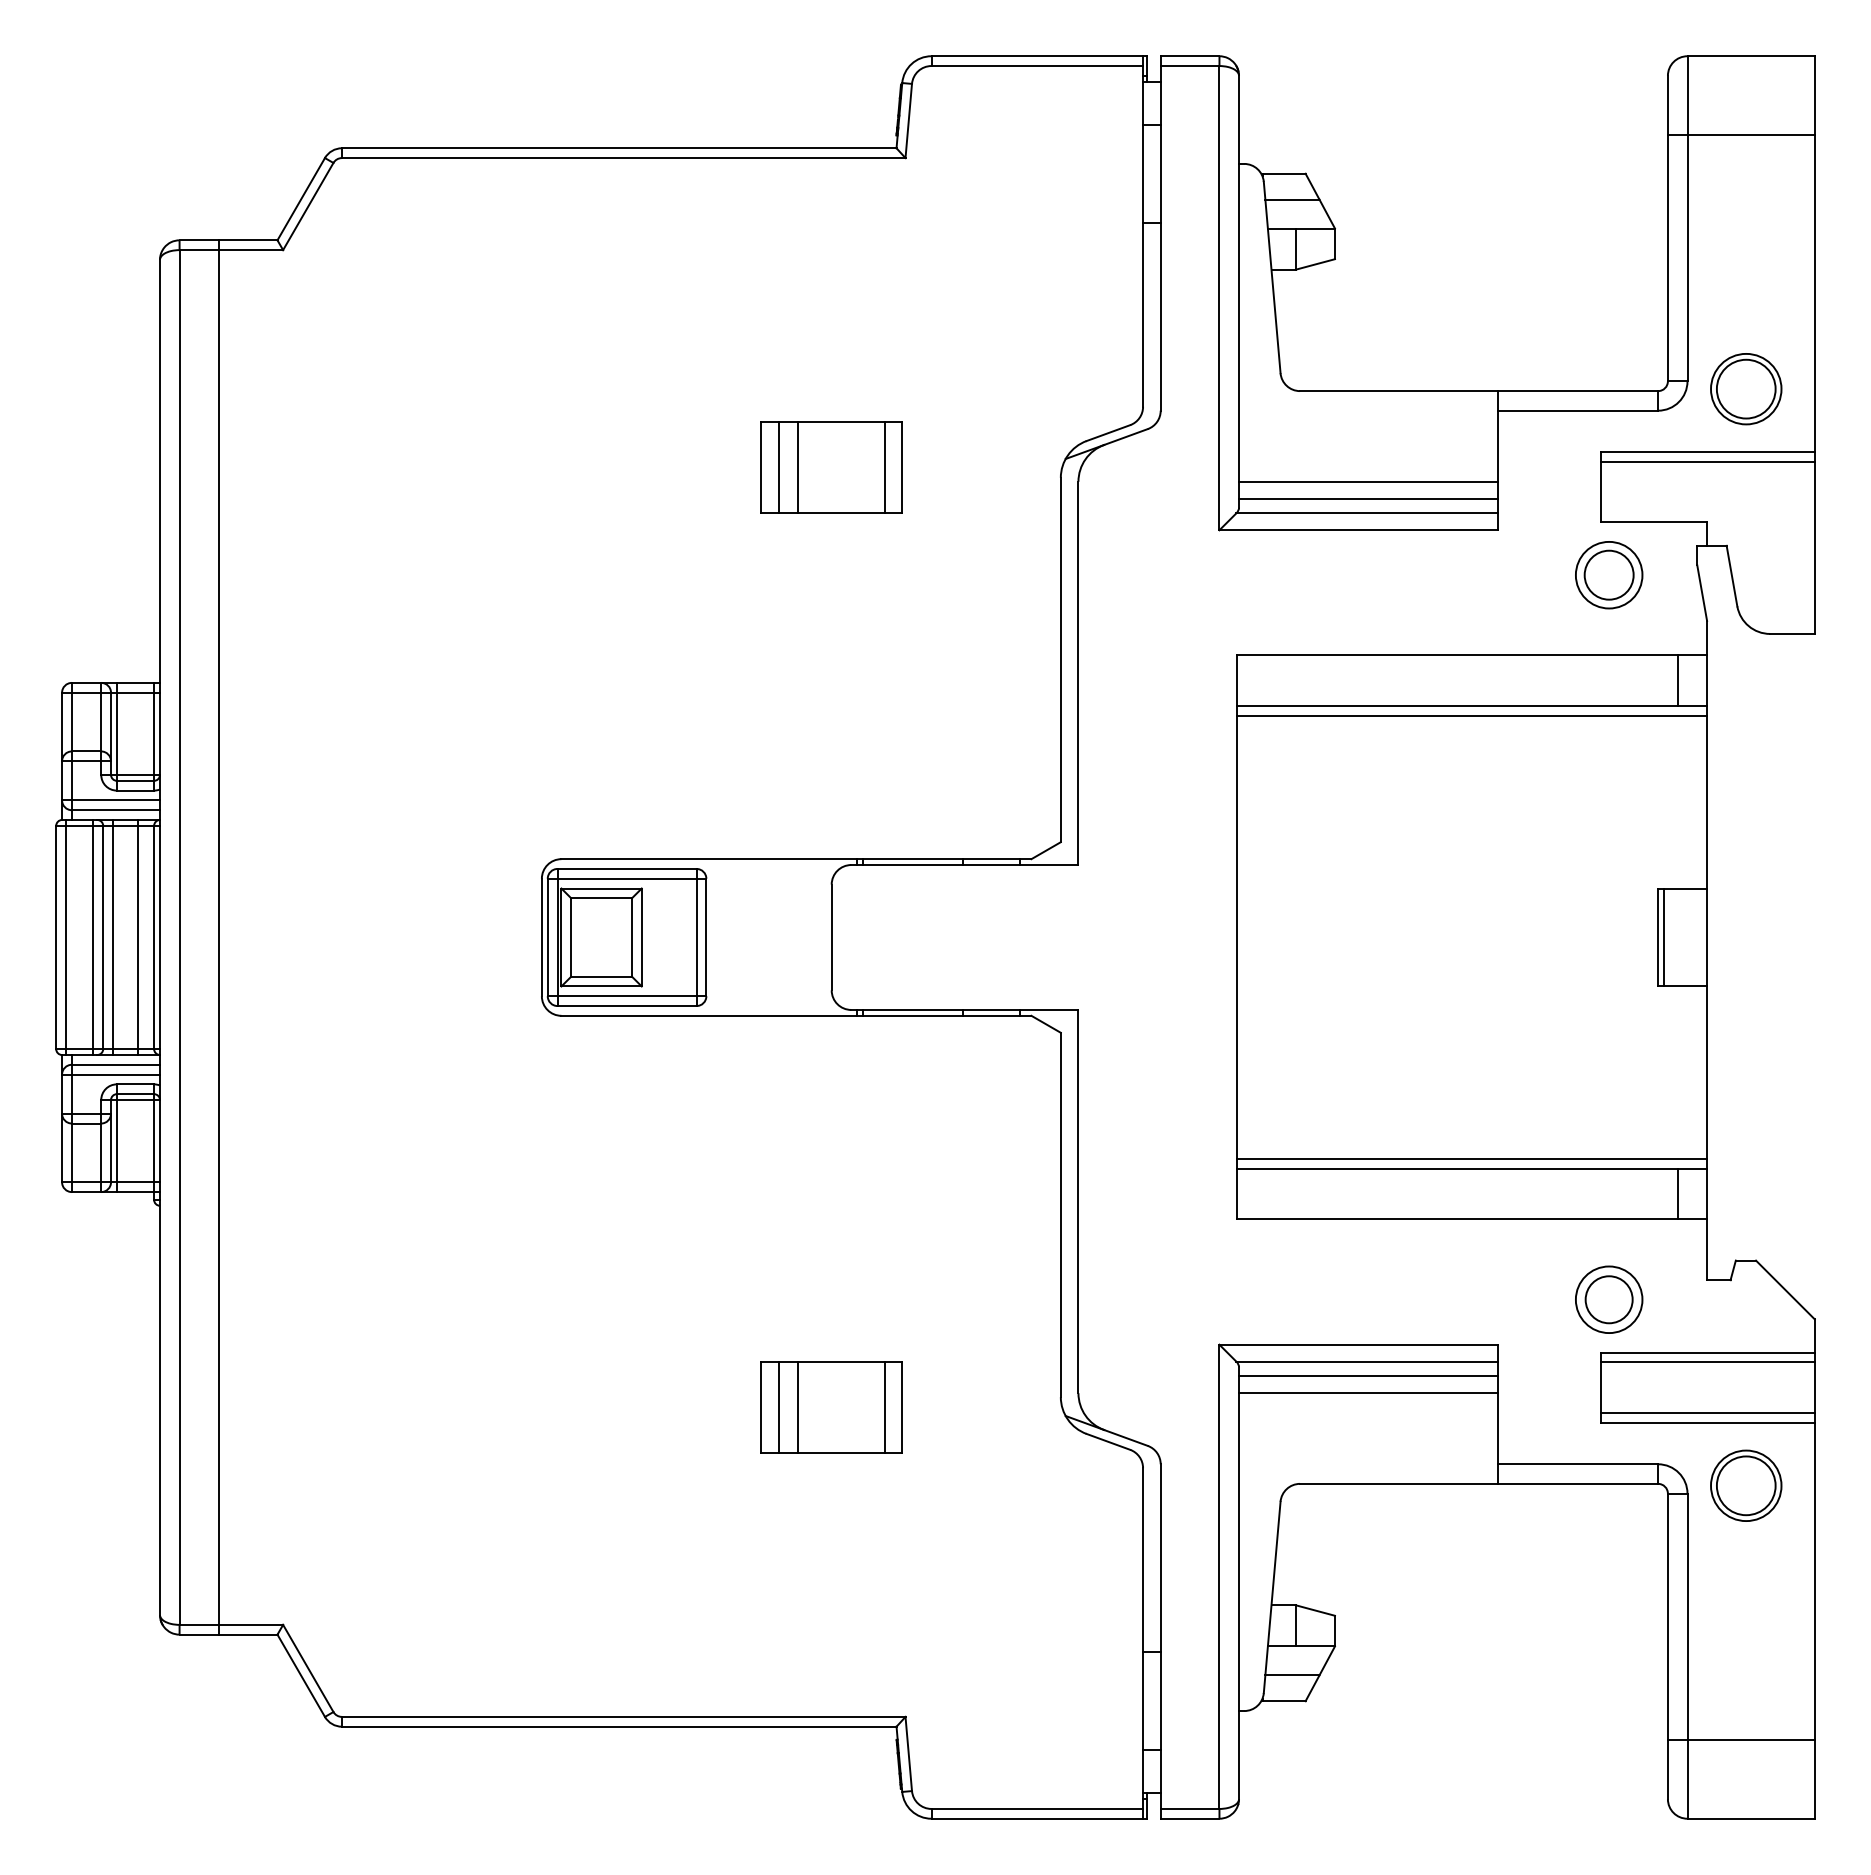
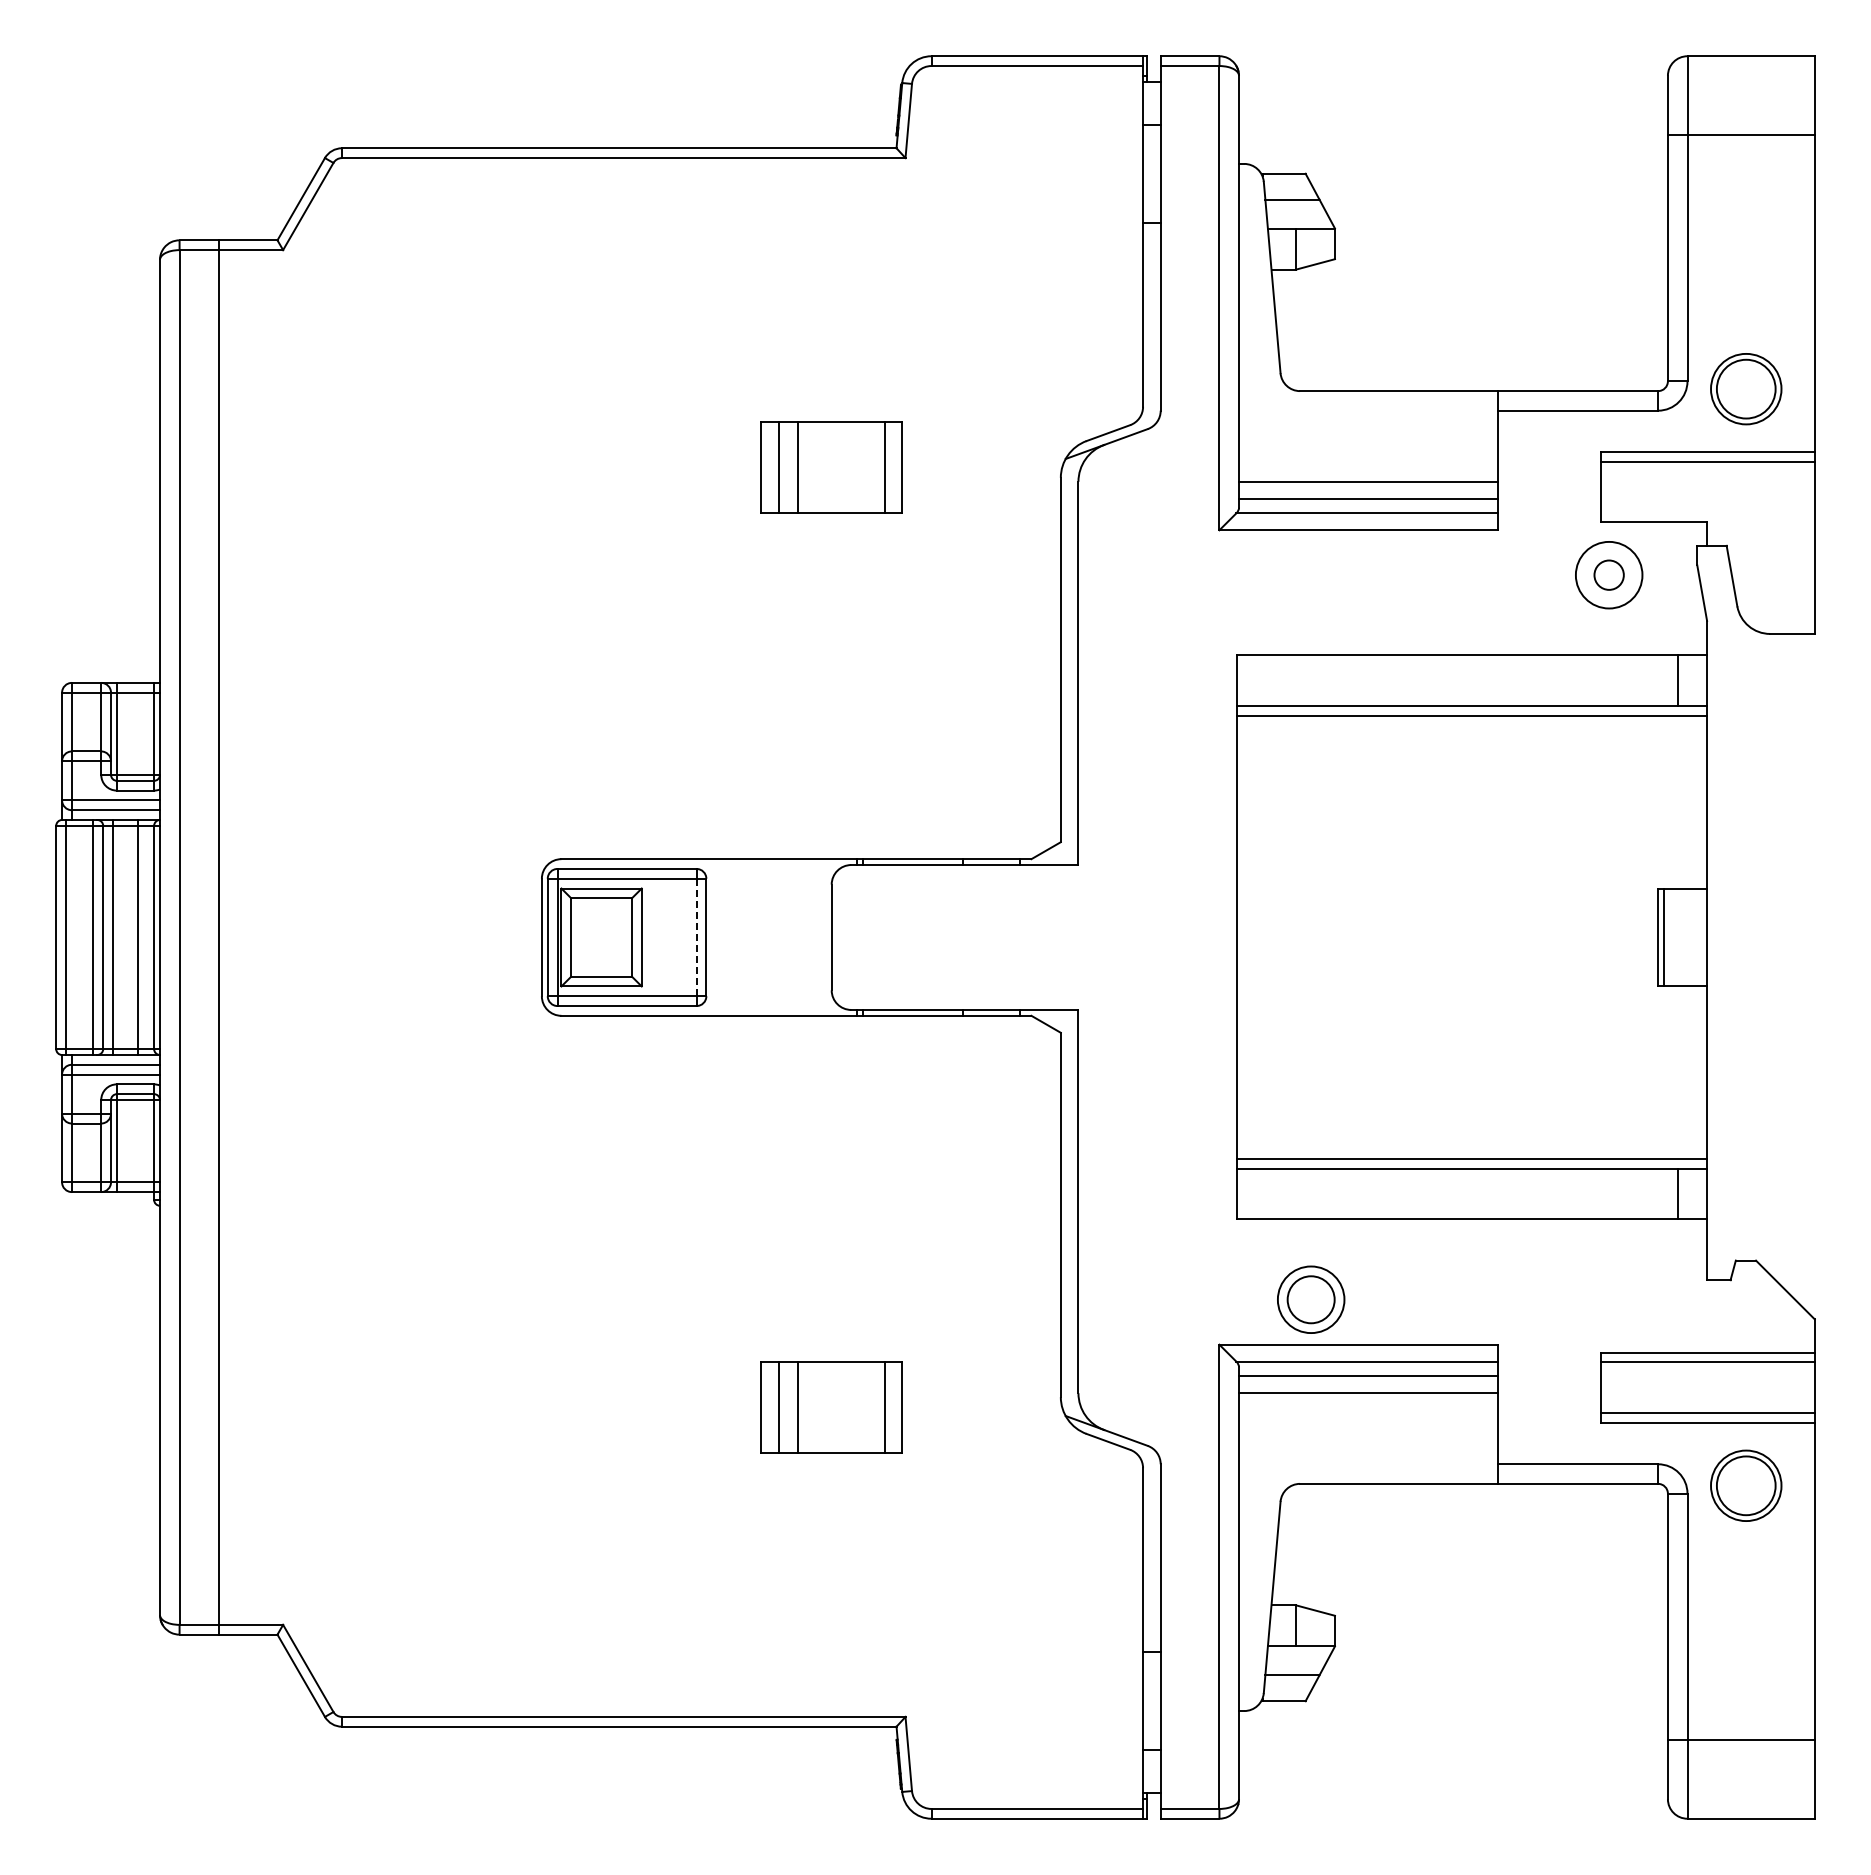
circle at (1608, 574) diameter: 49 px -> 29 px
line at (696, 937): solid -> dashed
part at (1609, 1299) position: (1609, 1299) -> (1311, 1299)
